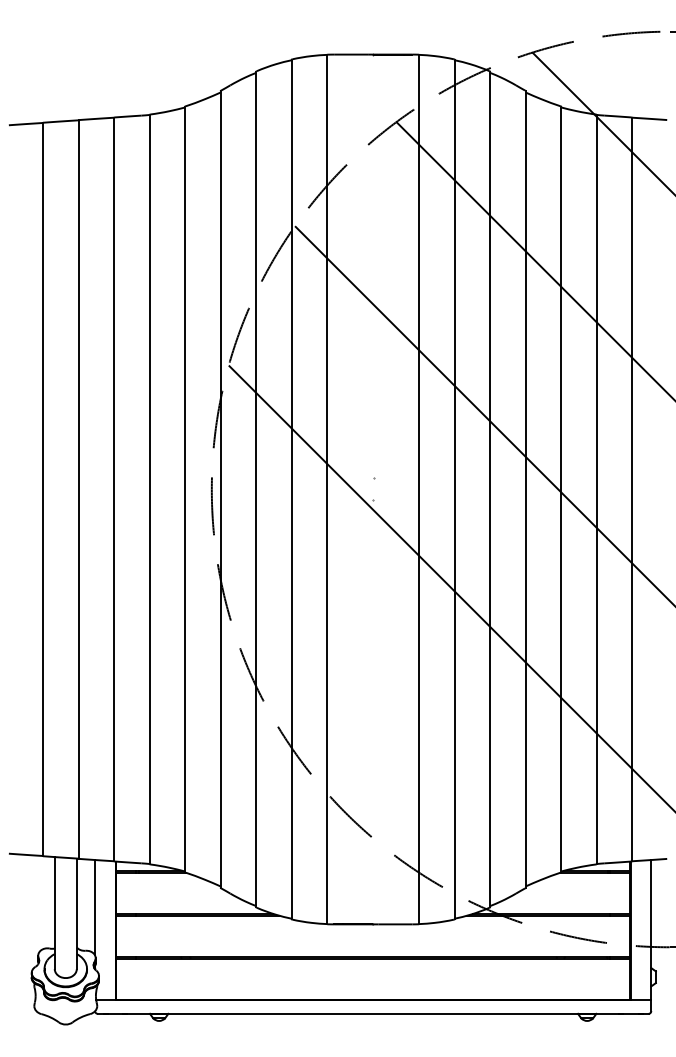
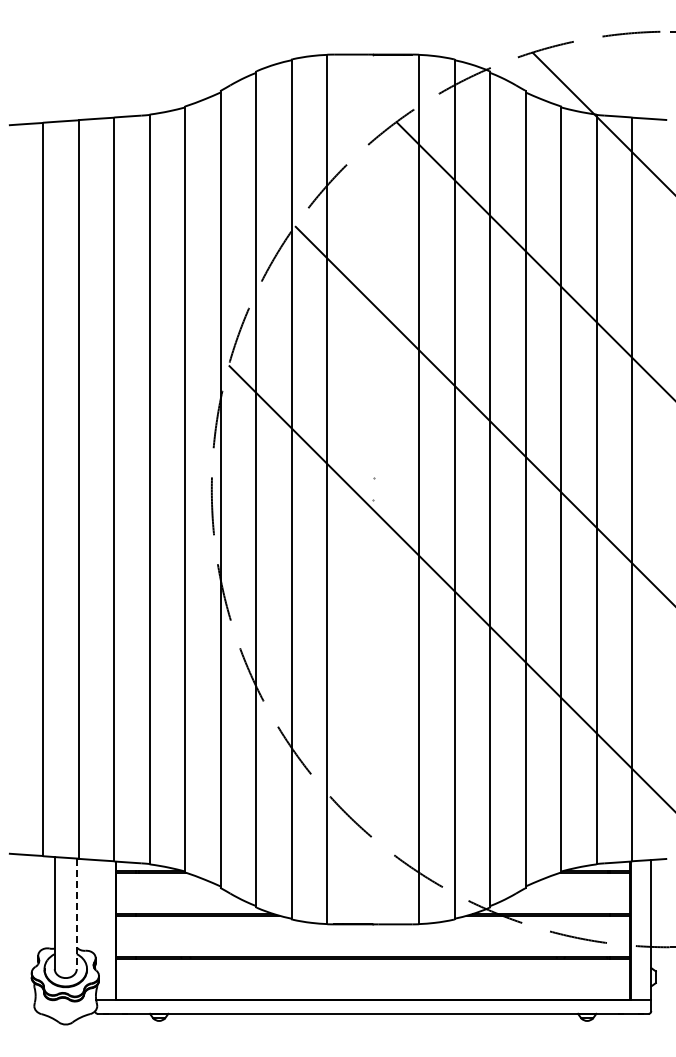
line at (95, 907): present -> none
line at (76, 914): solid -> dashed
